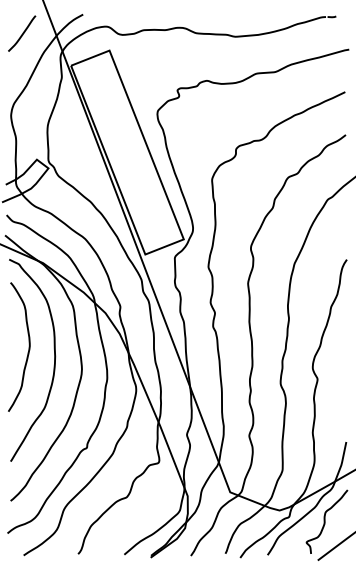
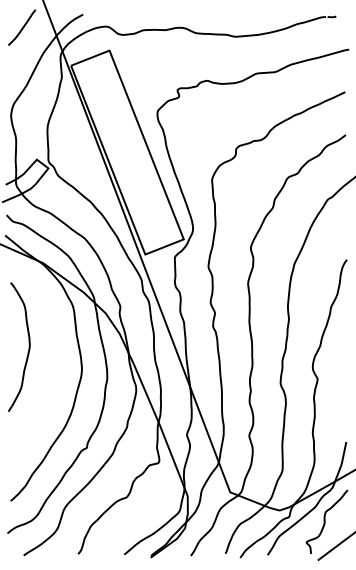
curve at (22, 33) position: (22, 33) -> (22, 27)
curve at (53, 365): present -> none
